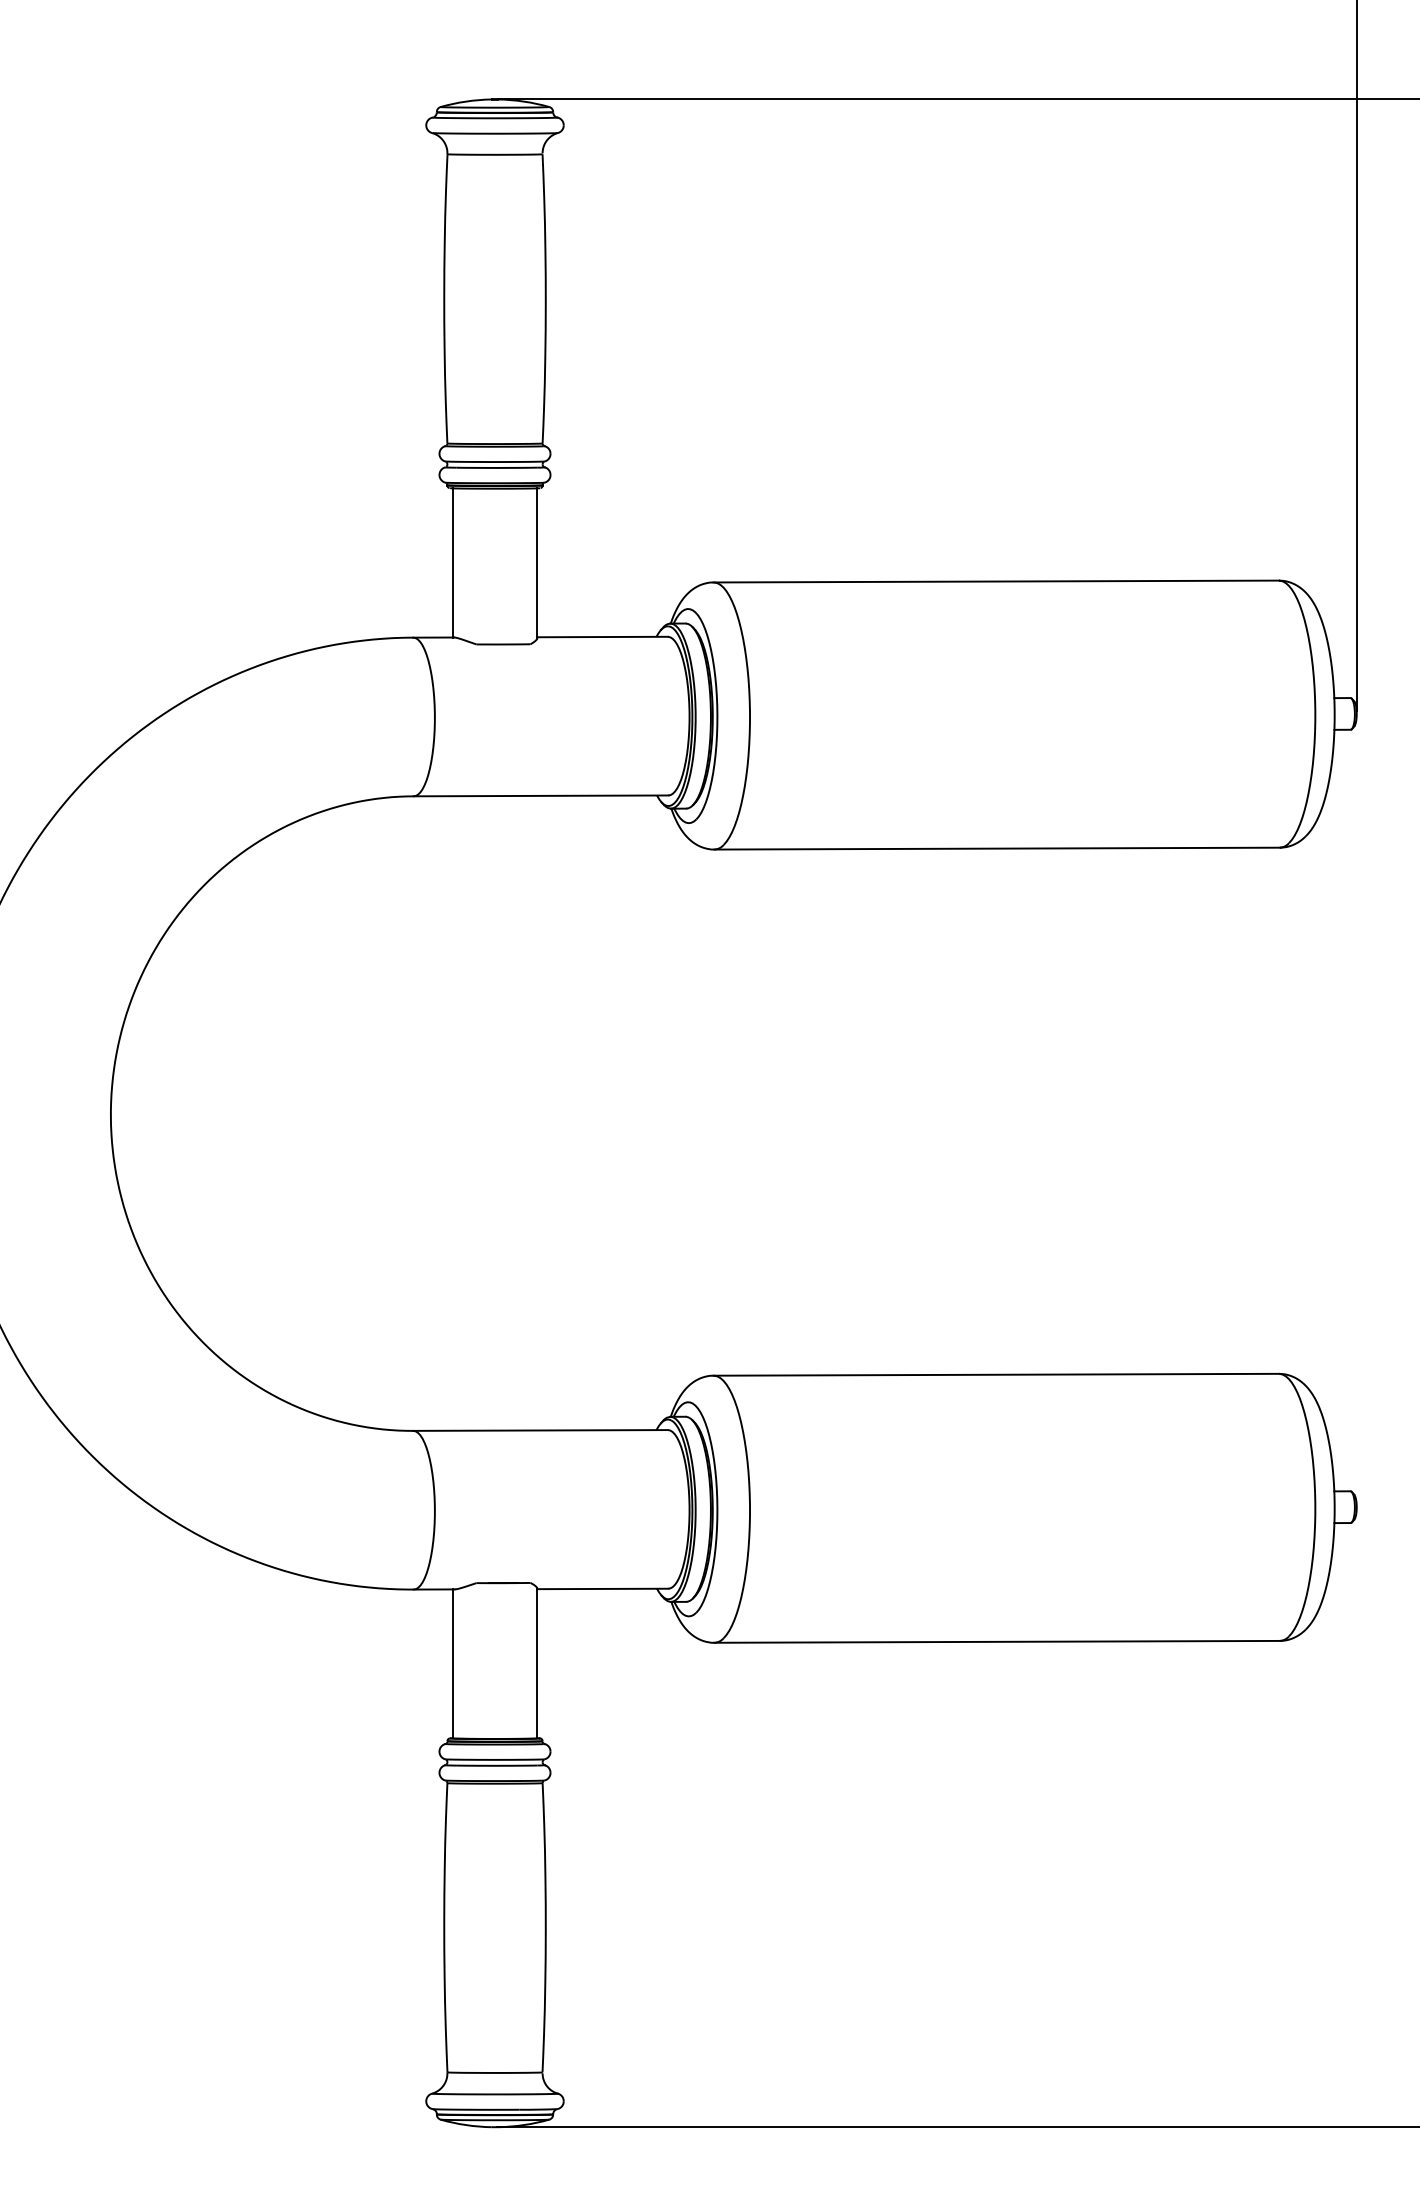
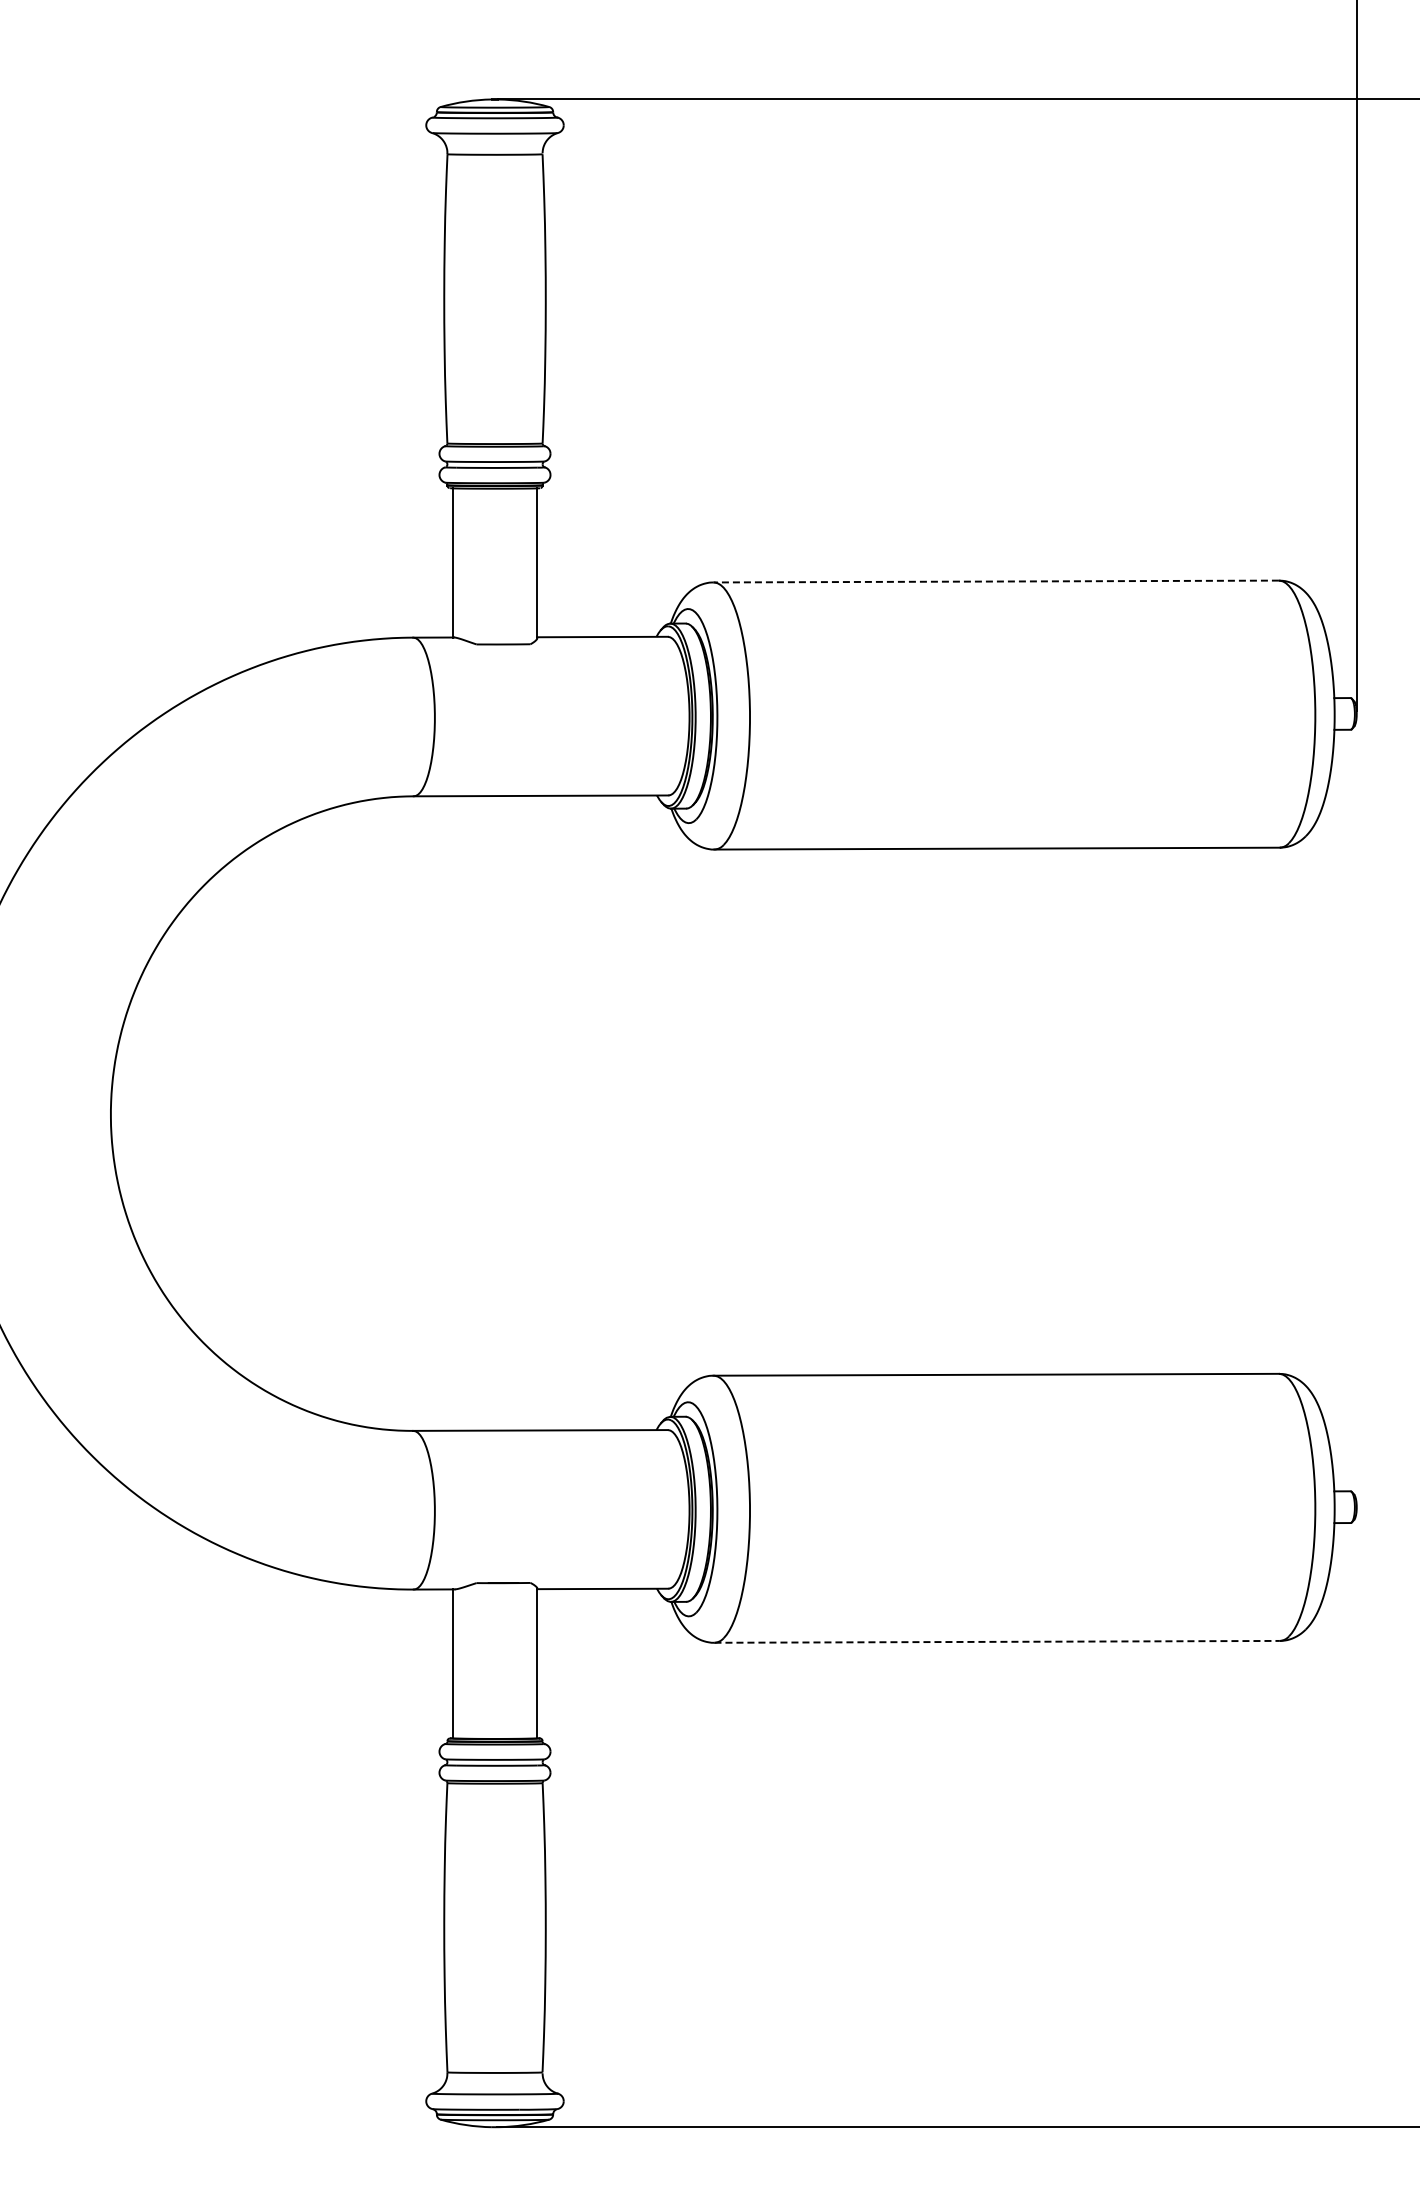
line at (996, 581): solid -> dashed
line at (997, 1641): solid -> dashed
